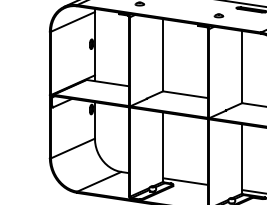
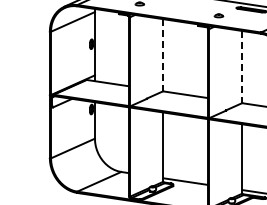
line at (163, 55): solid -> dashed
line at (242, 67): solid -> dashed
